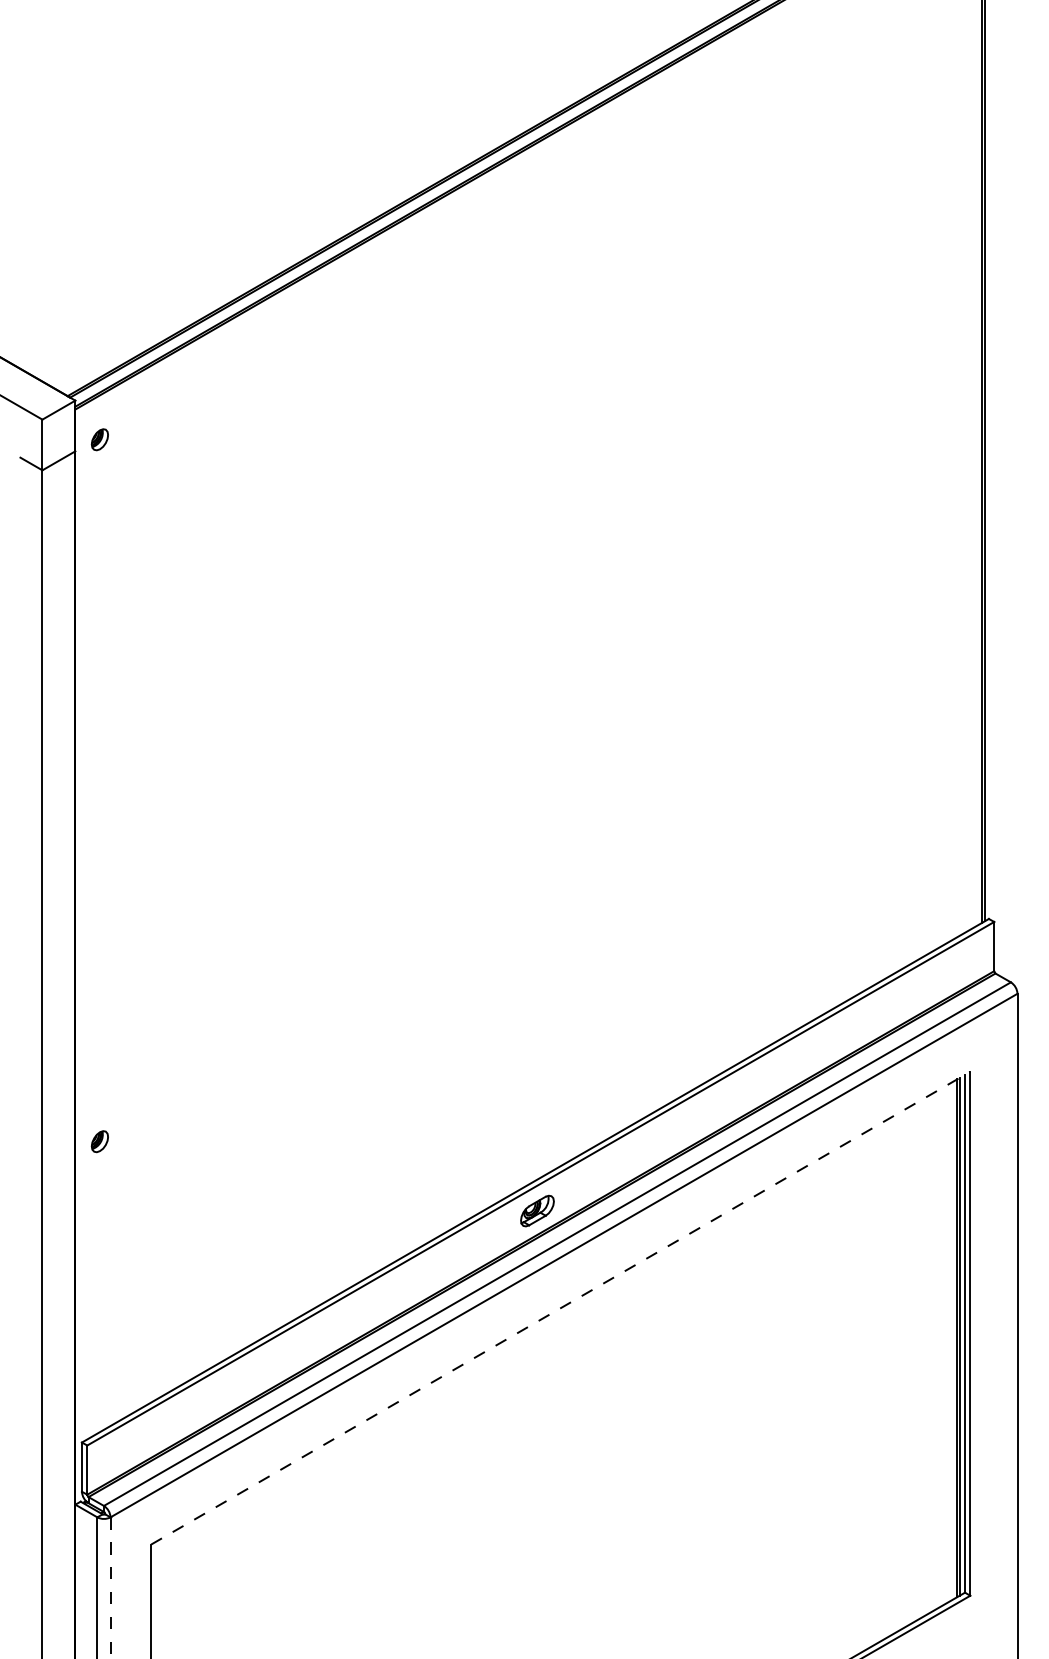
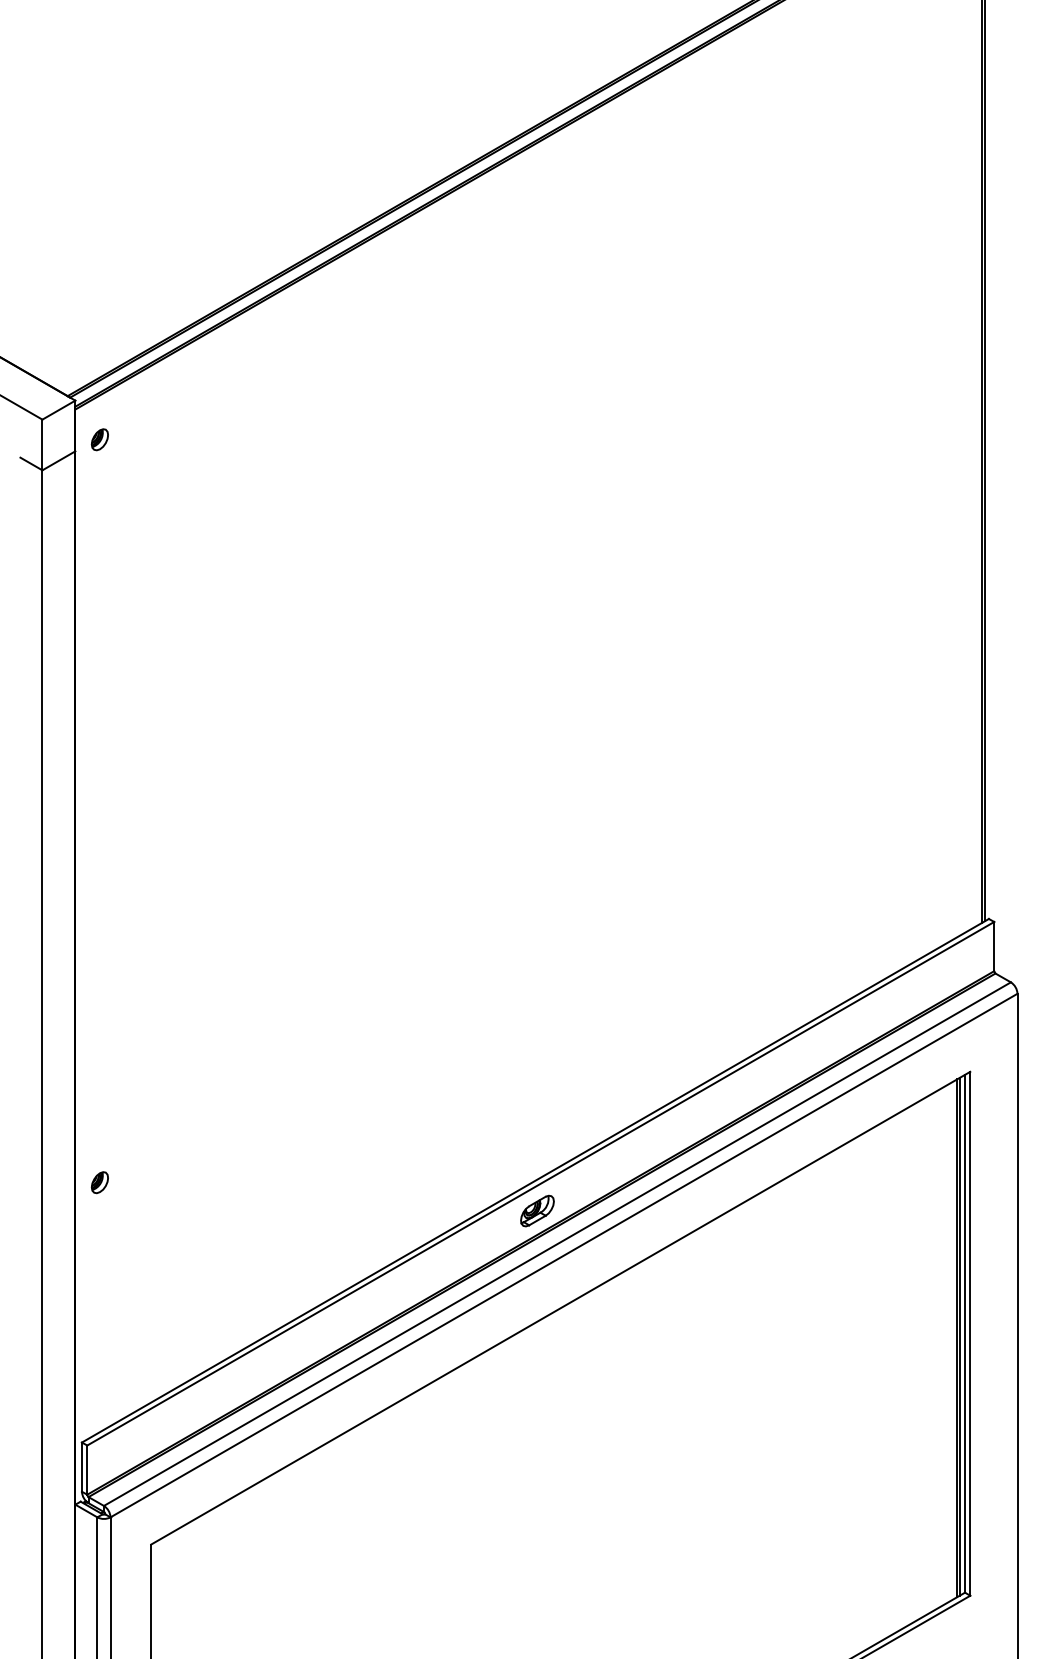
part at (99, 1141) position: (99, 1141) -> (99, 1182)
line at (560, 1308): dashed -> solid
line at (110, 1588): dashed -> solid
